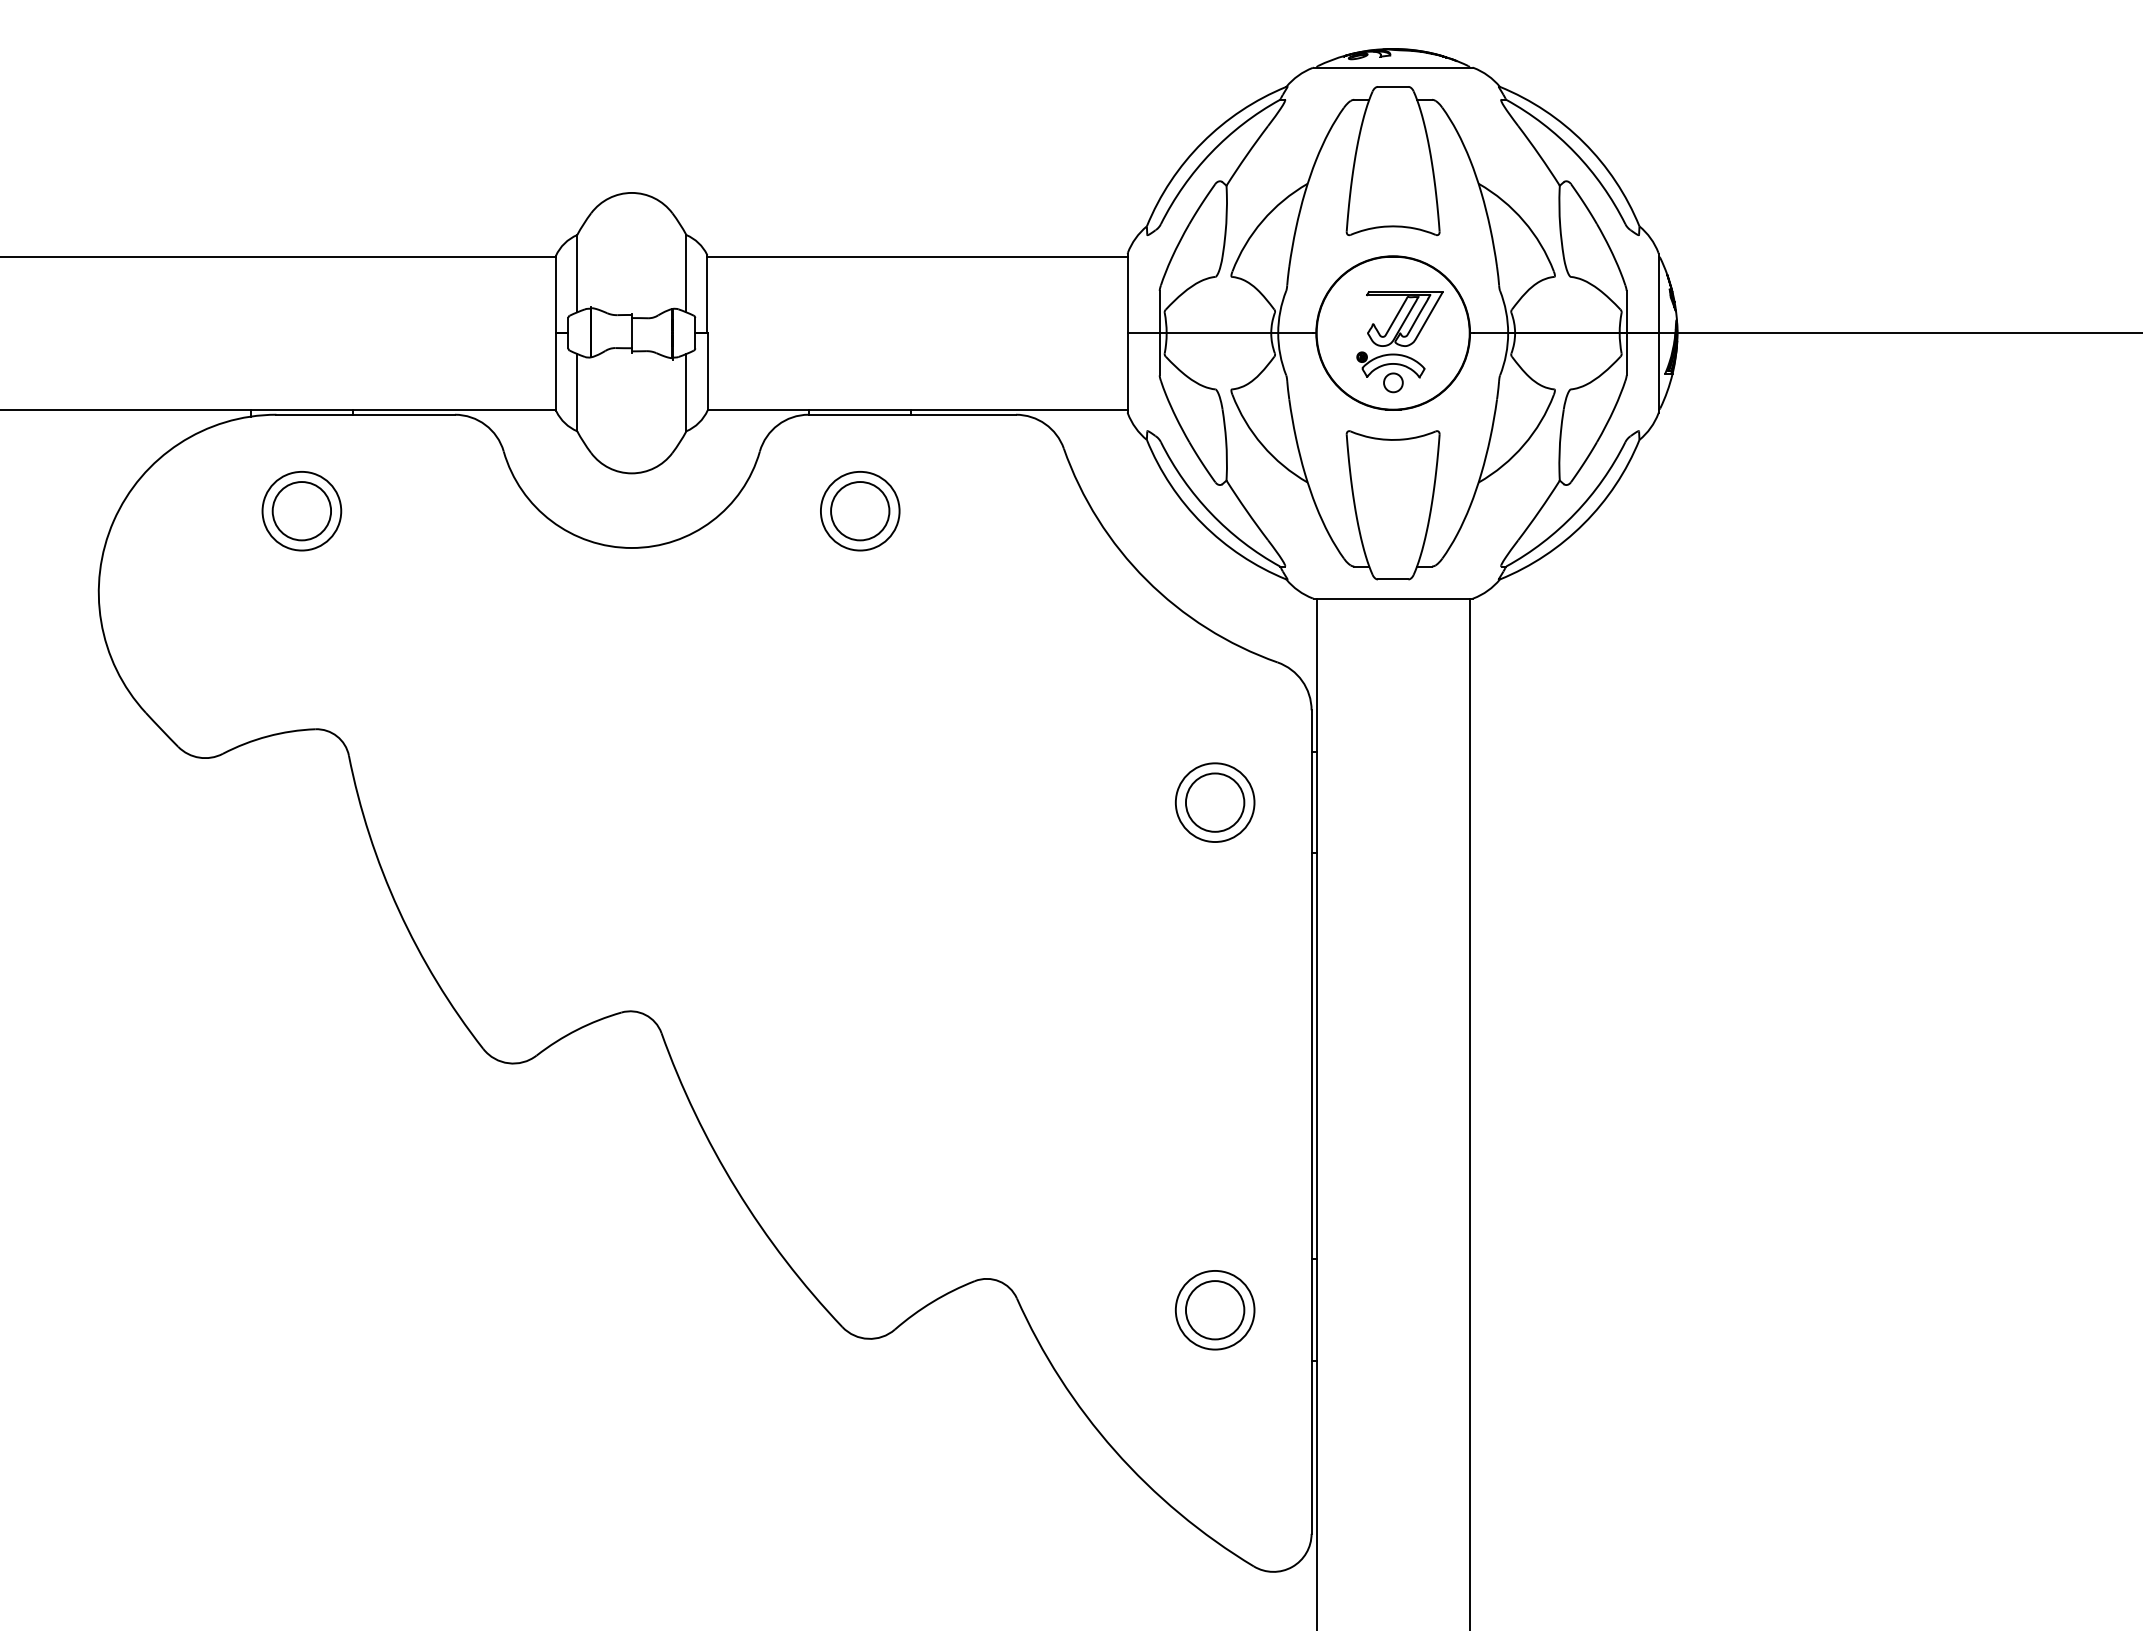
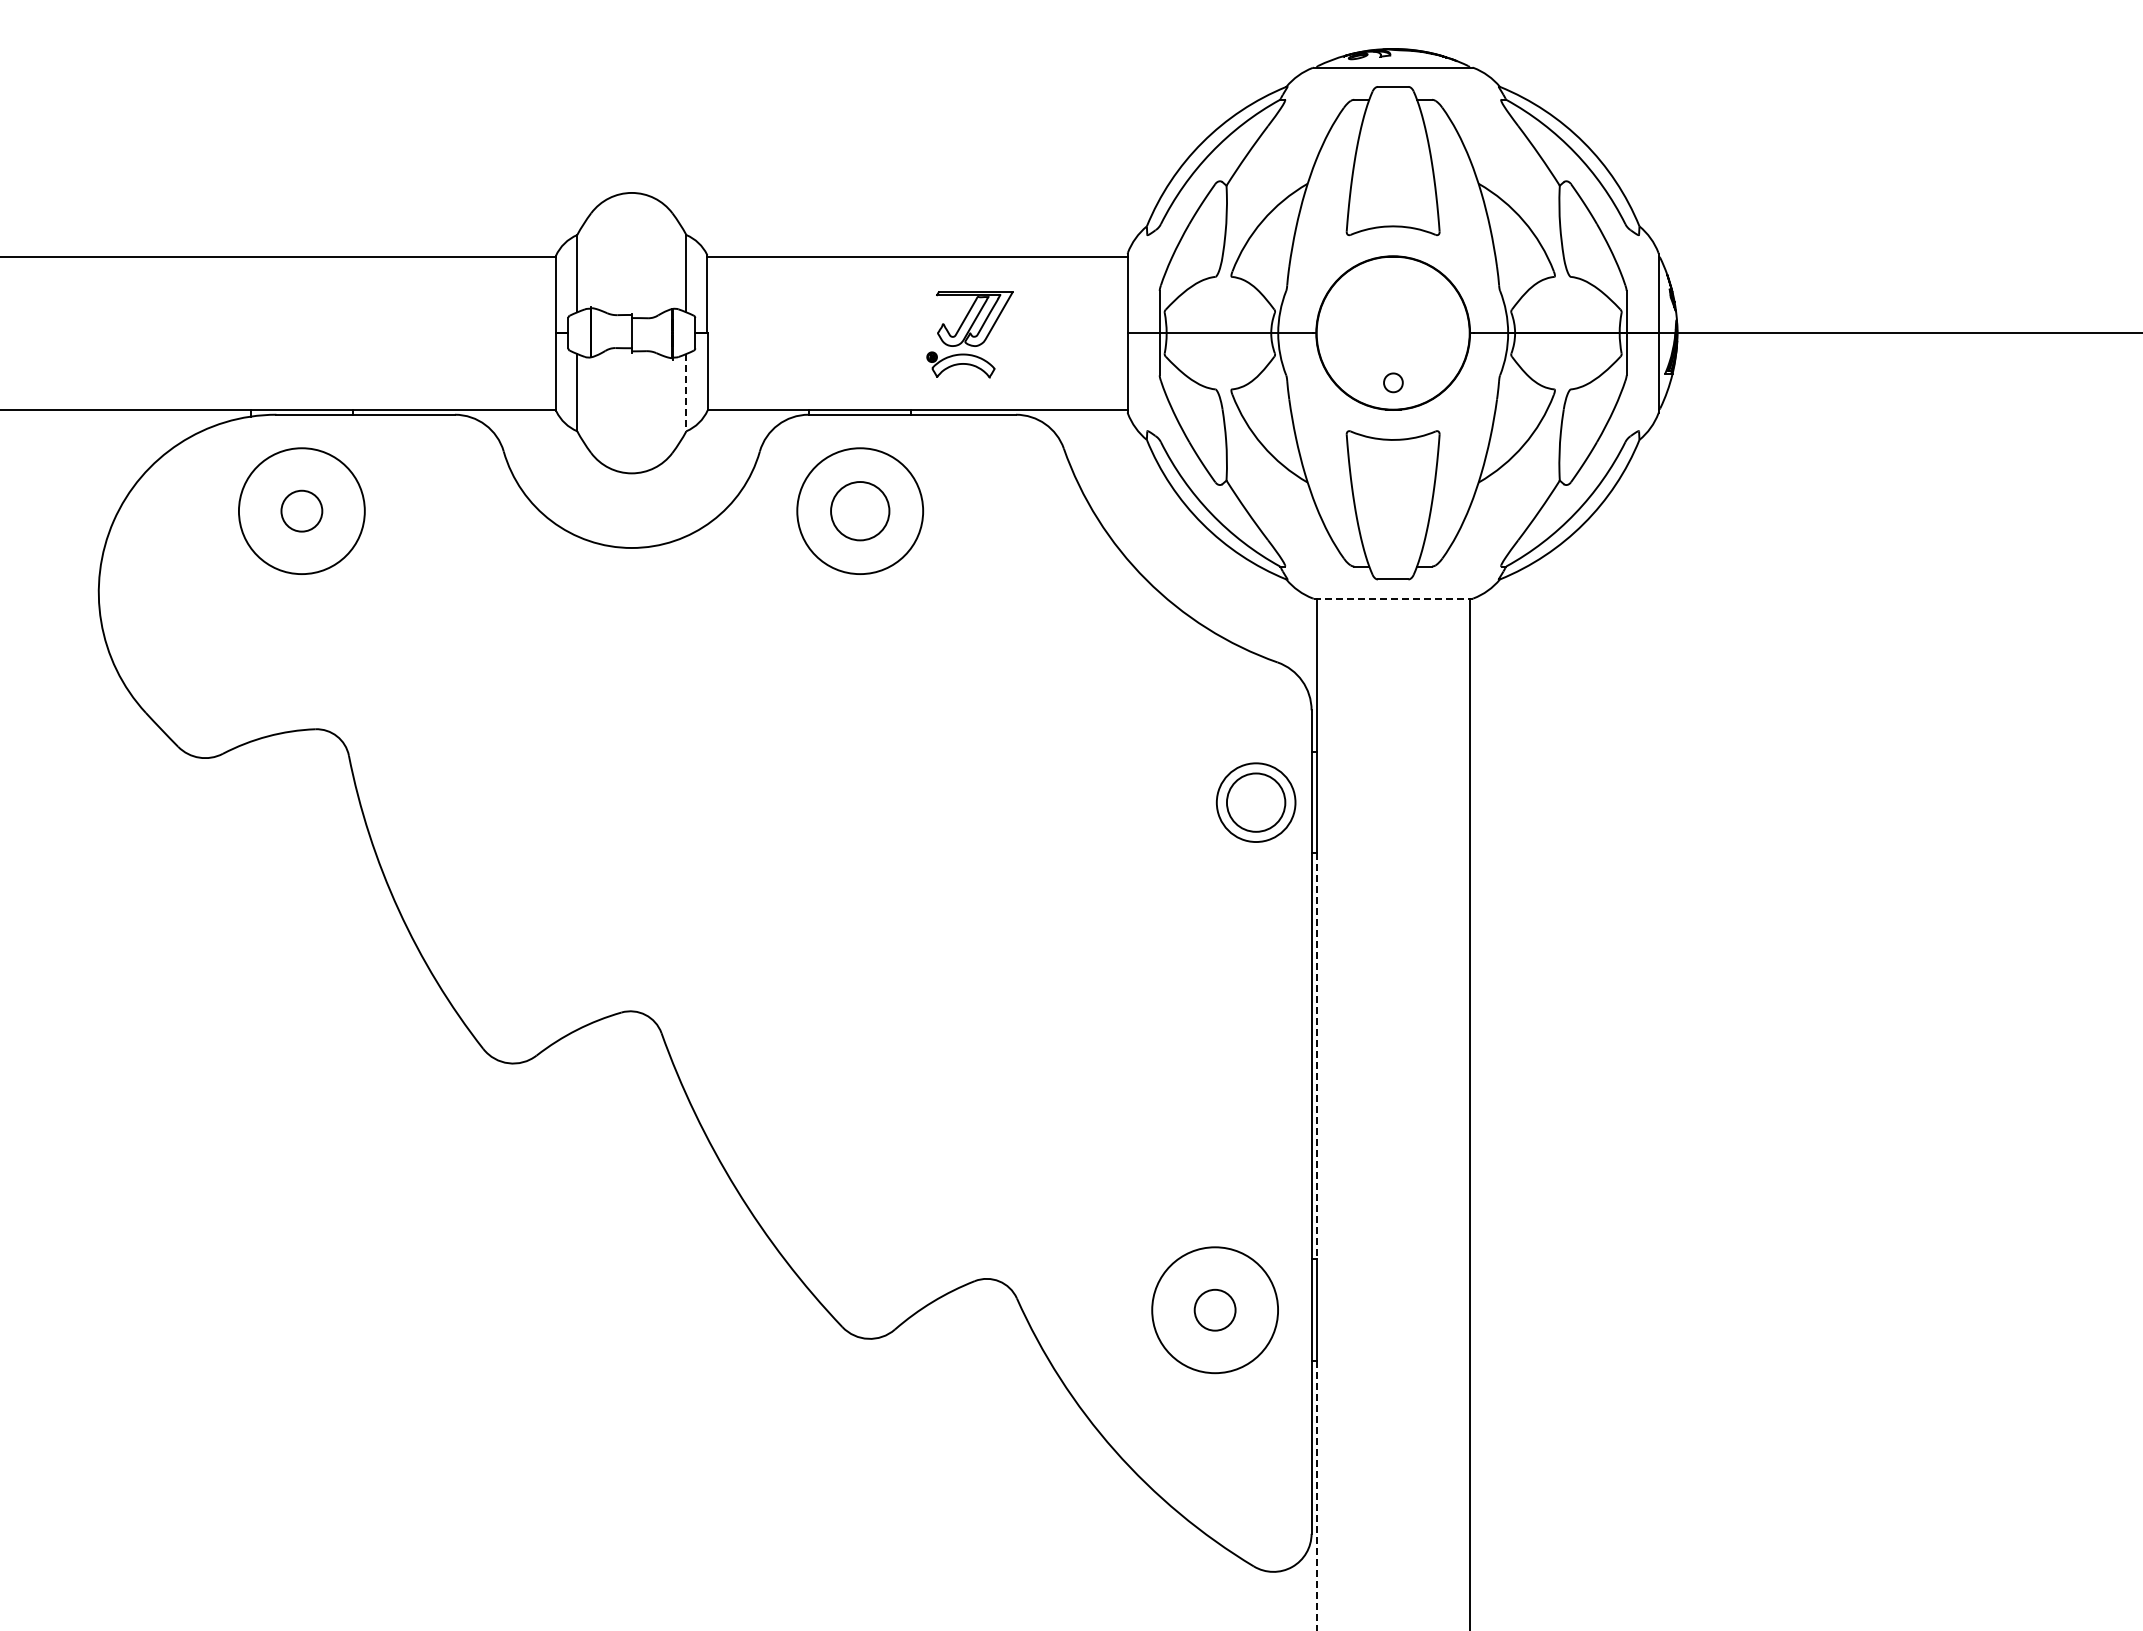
part at (1399, 334) position: (1399, 334) -> (969, 334)
line at (686, 392): solid -> dashed
circle at (301, 510) diameter: 79 px -> 126 px
circle at (859, 510) diameter: 79 px -> 126 px
circle at (301, 511) diameter: 58 px -> 41 px
line at (1393, 598): solid -> dashed
part at (1214, 802) position: (1214, 802) -> (1255, 802)
line at (1316, 1056): solid -> dashed
circle at (1214, 1309) diameter: 79 px -> 126 px
circle at (1214, 1310) diameter: 58 px -> 41 px
line at (1316, 1495): solid -> dashed
